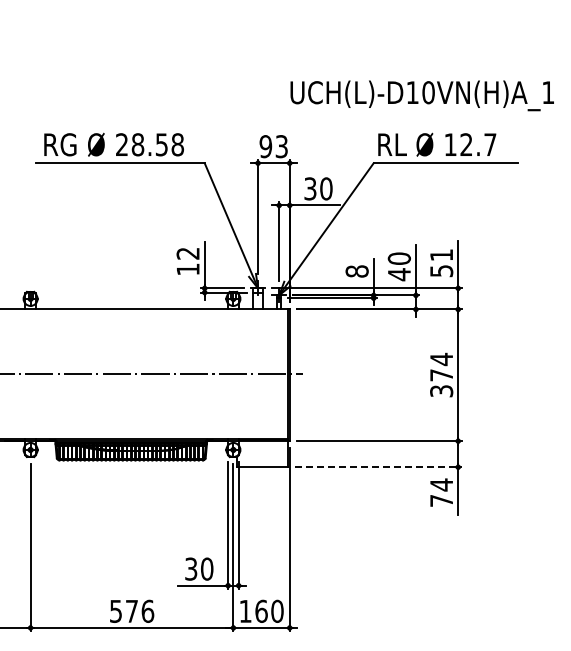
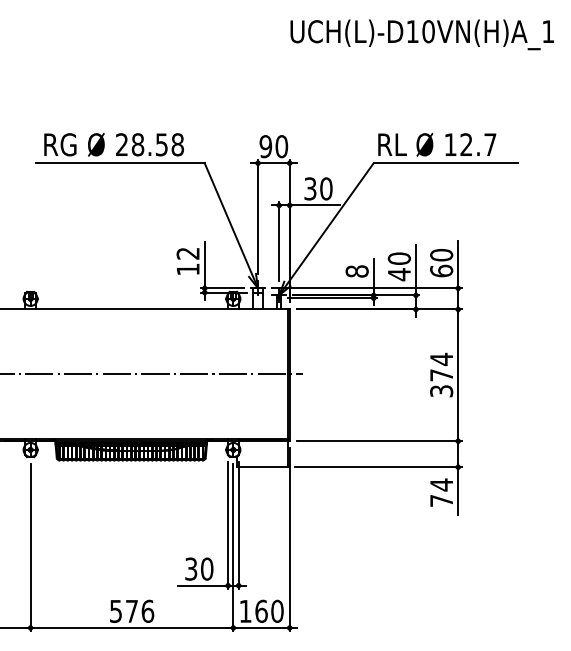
text at (421, 95) position: (421, 95) -> (421, 34)
text at (281, 146): 93 -> 90
text at (441, 263): 51 -> 60
line at (379, 467): dashed -> solid
